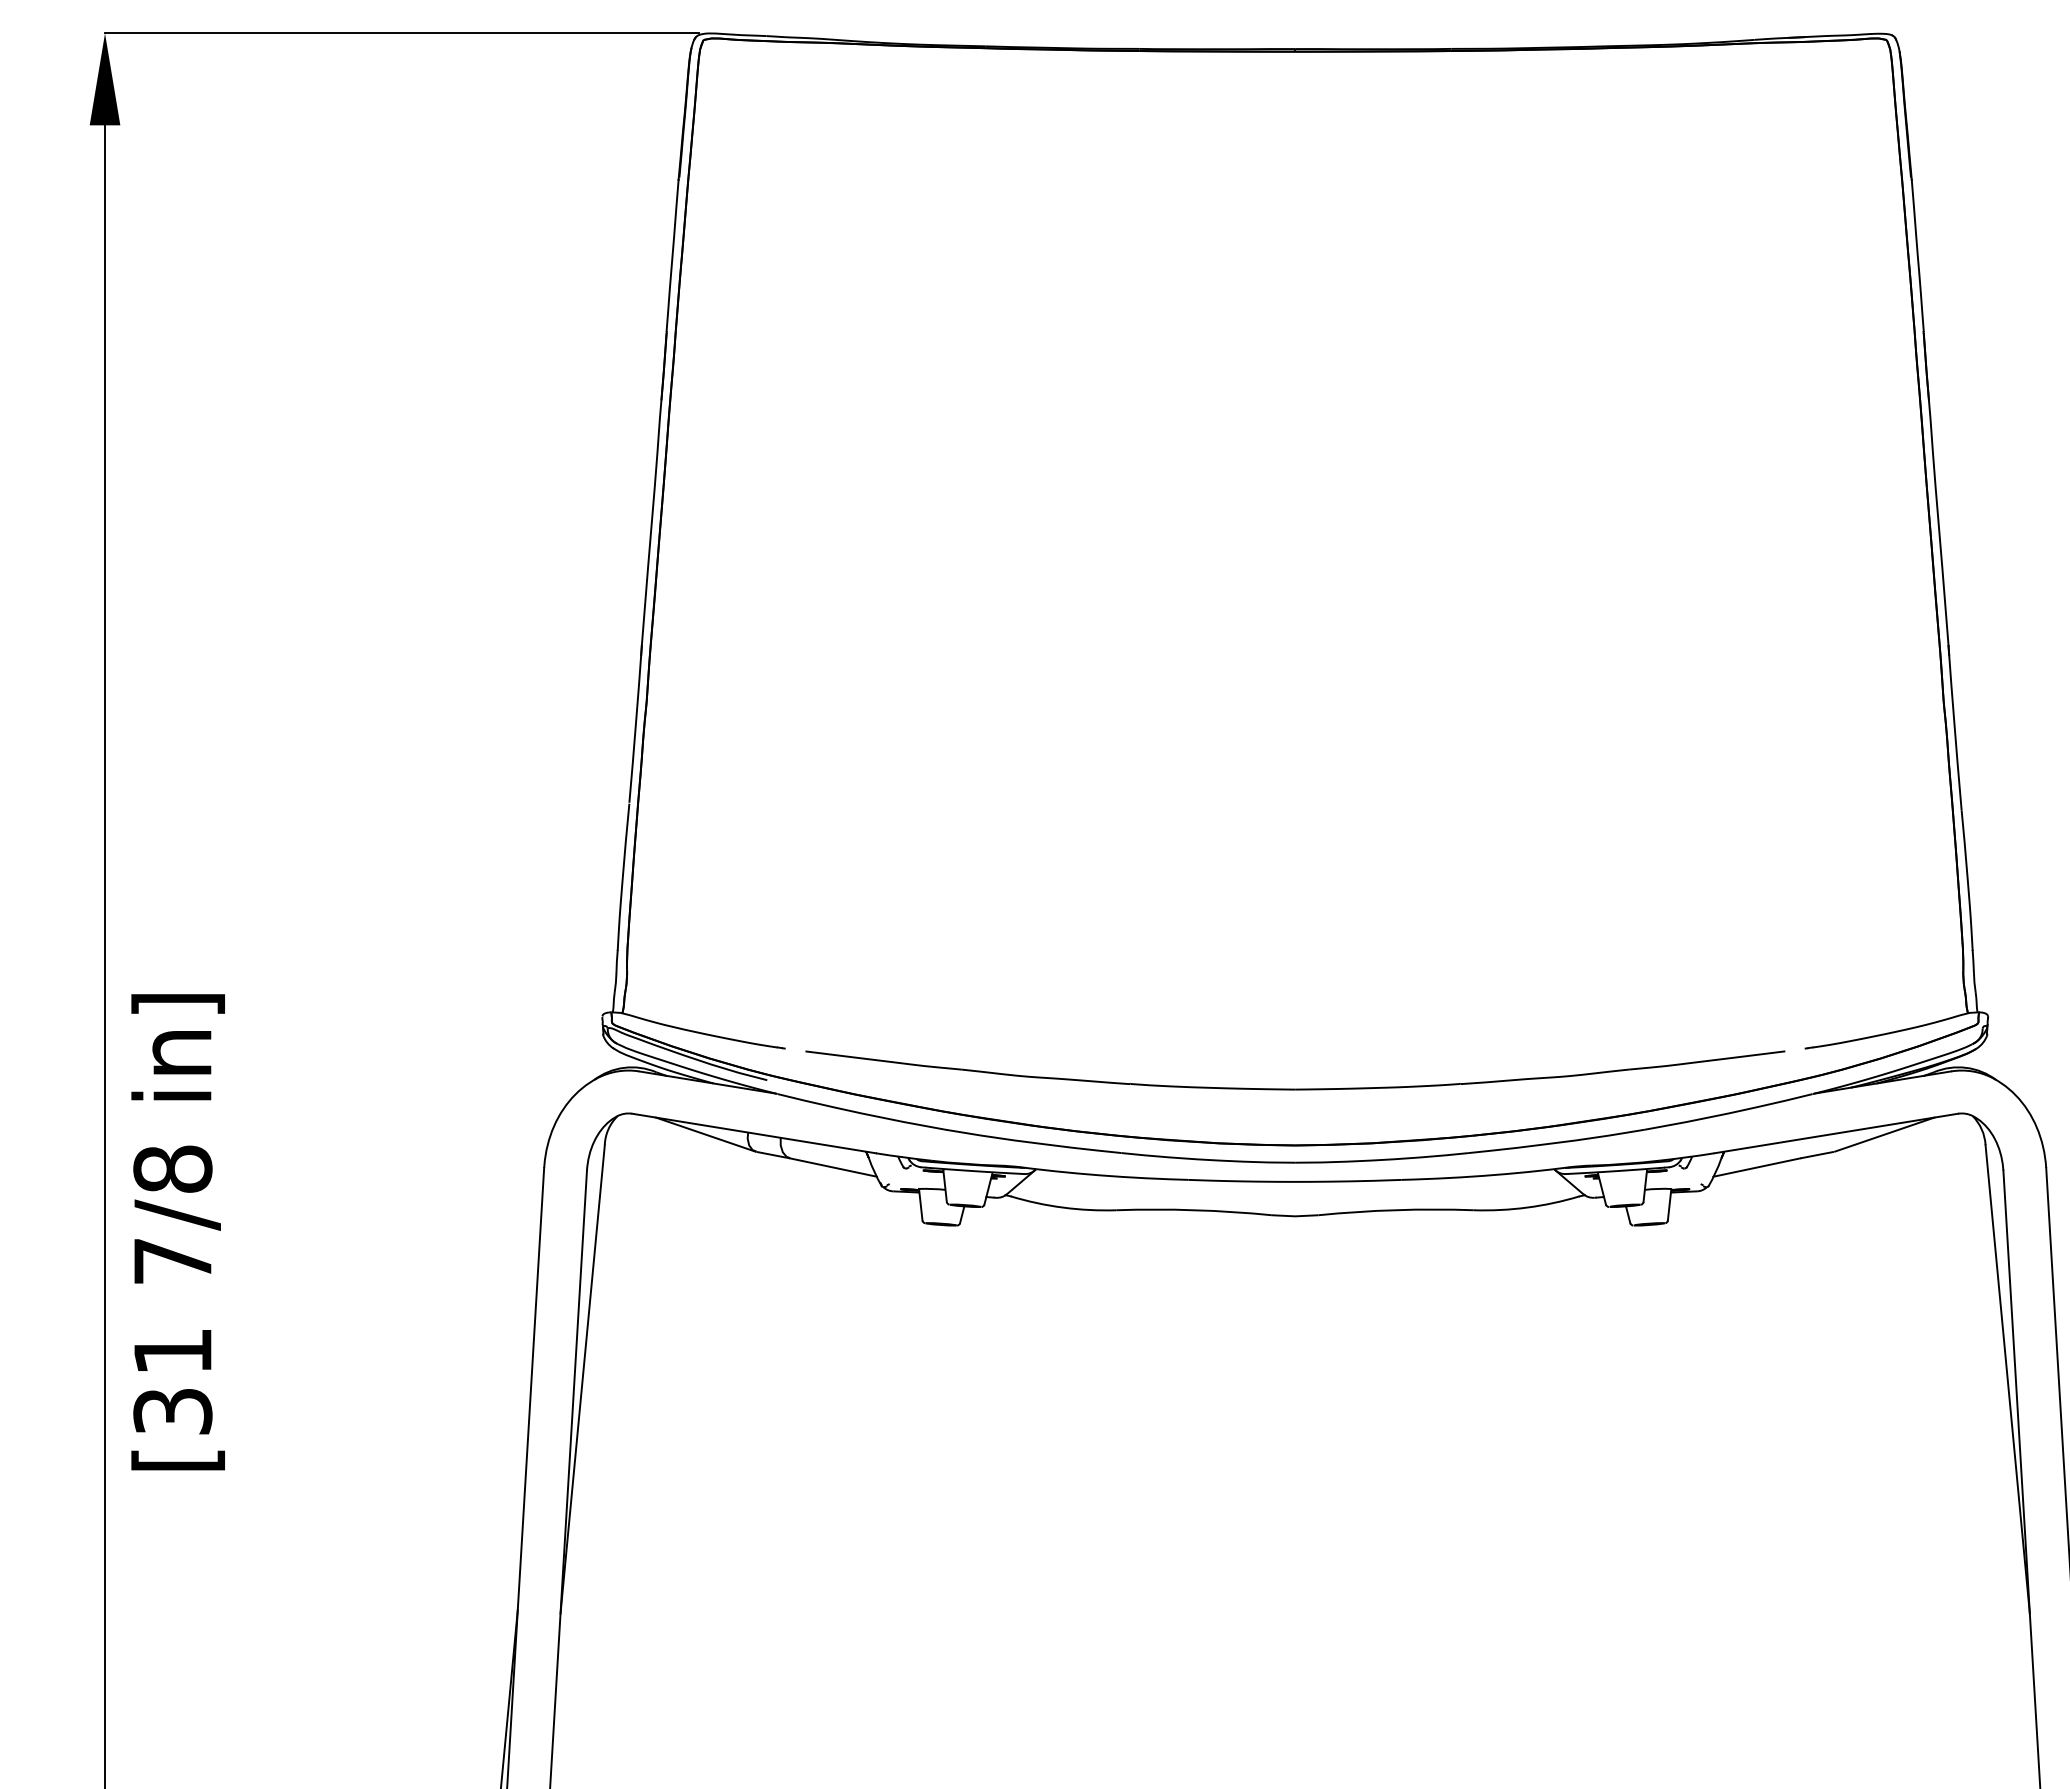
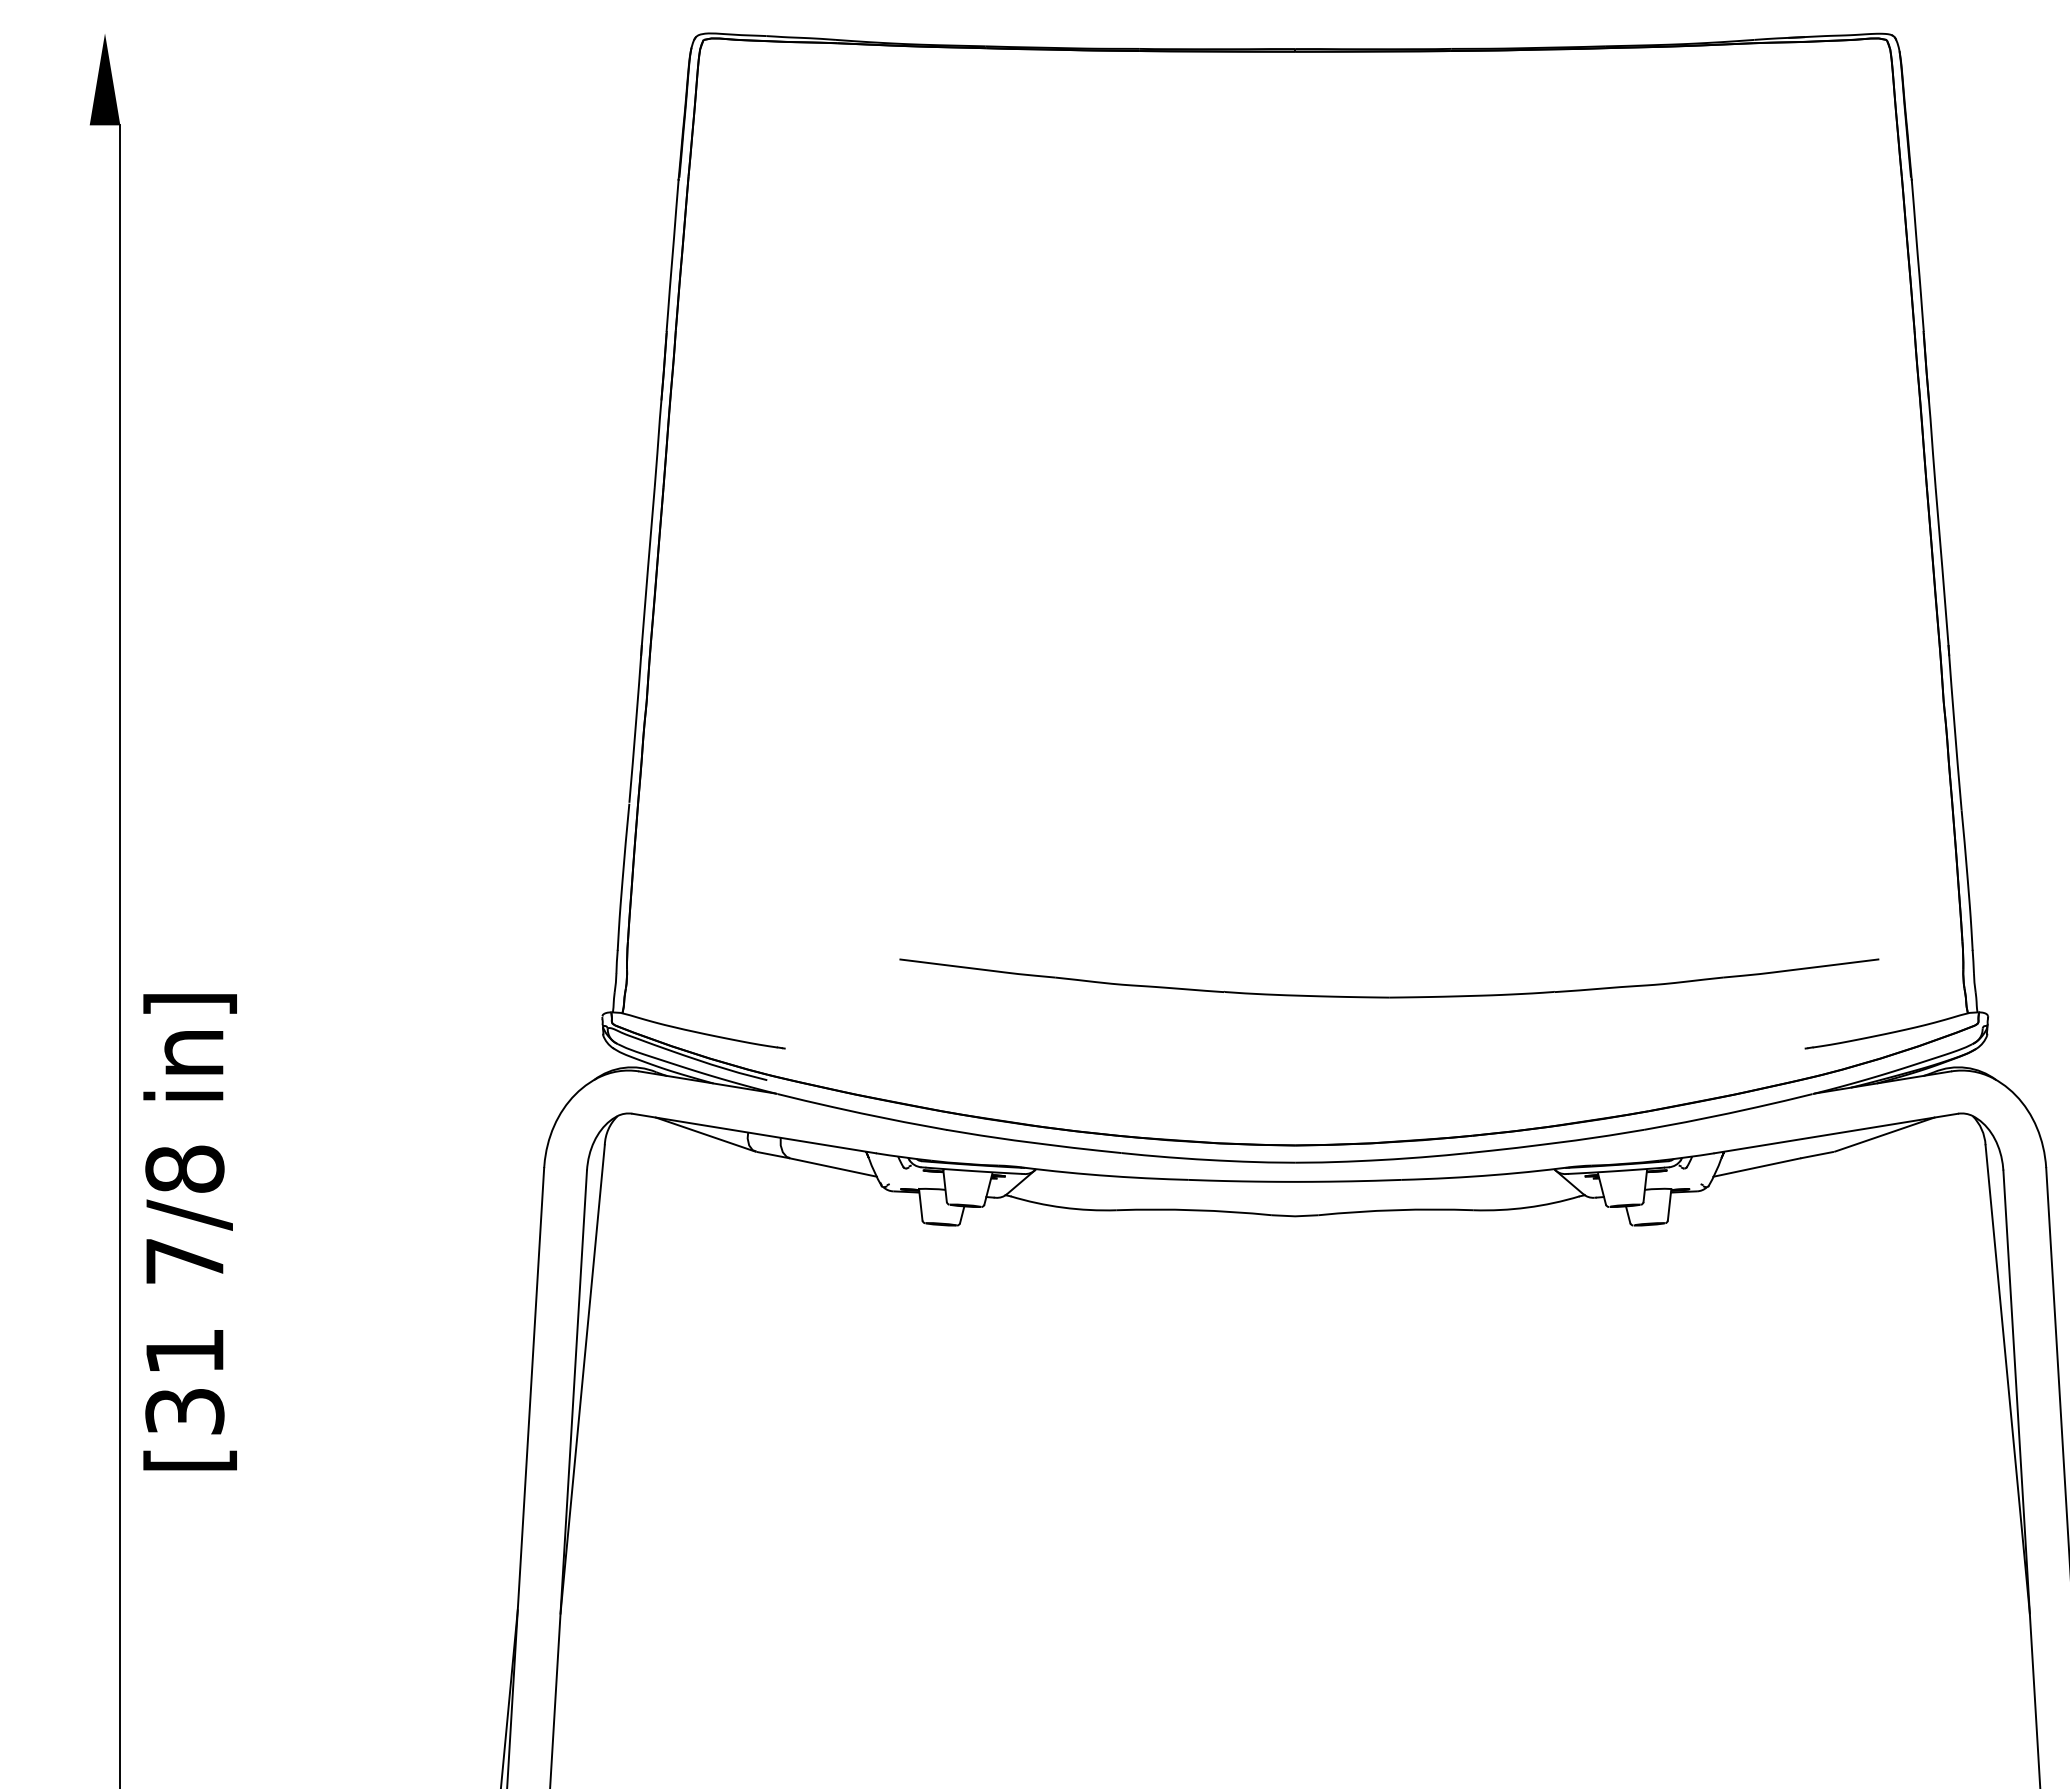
line at (402, 33): present -> none
line at (105, 955) position: (105, 955) -> (120, 955)
part at (1295, 1088) position: (1295, 1088) -> (1389, 996)
text at (177, 1232) position: (177, 1232) -> (189, 1232)
